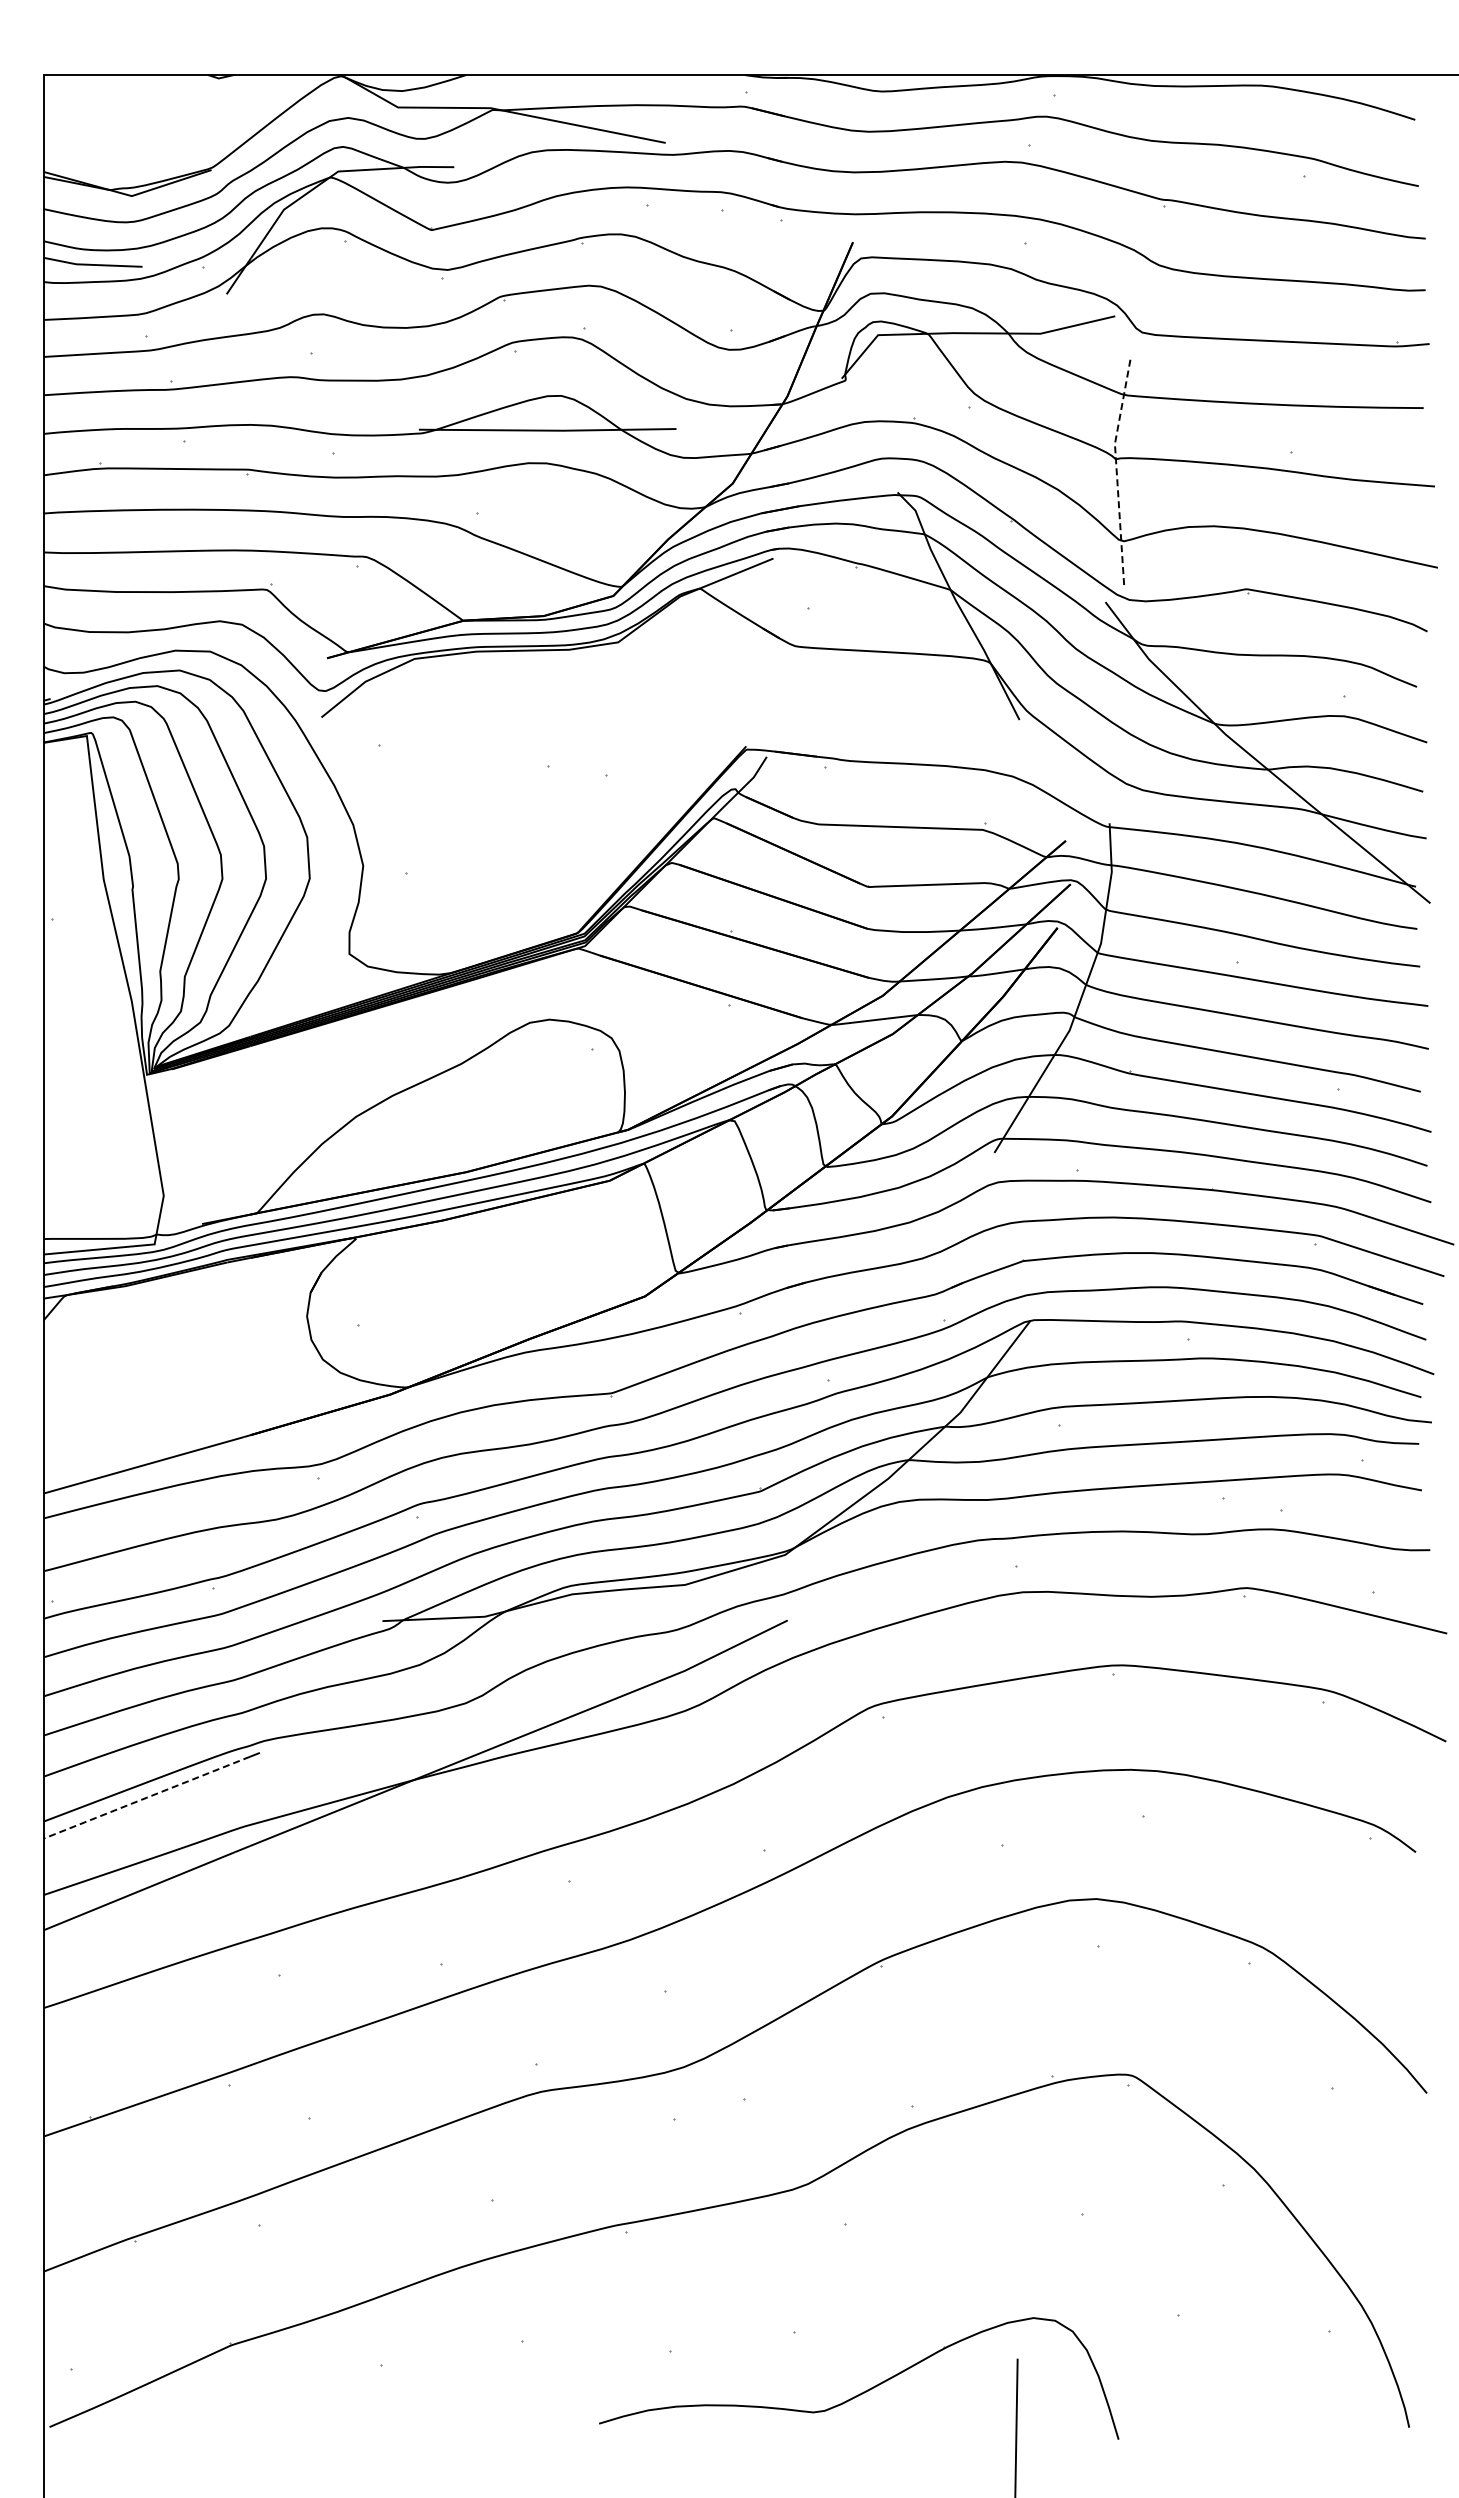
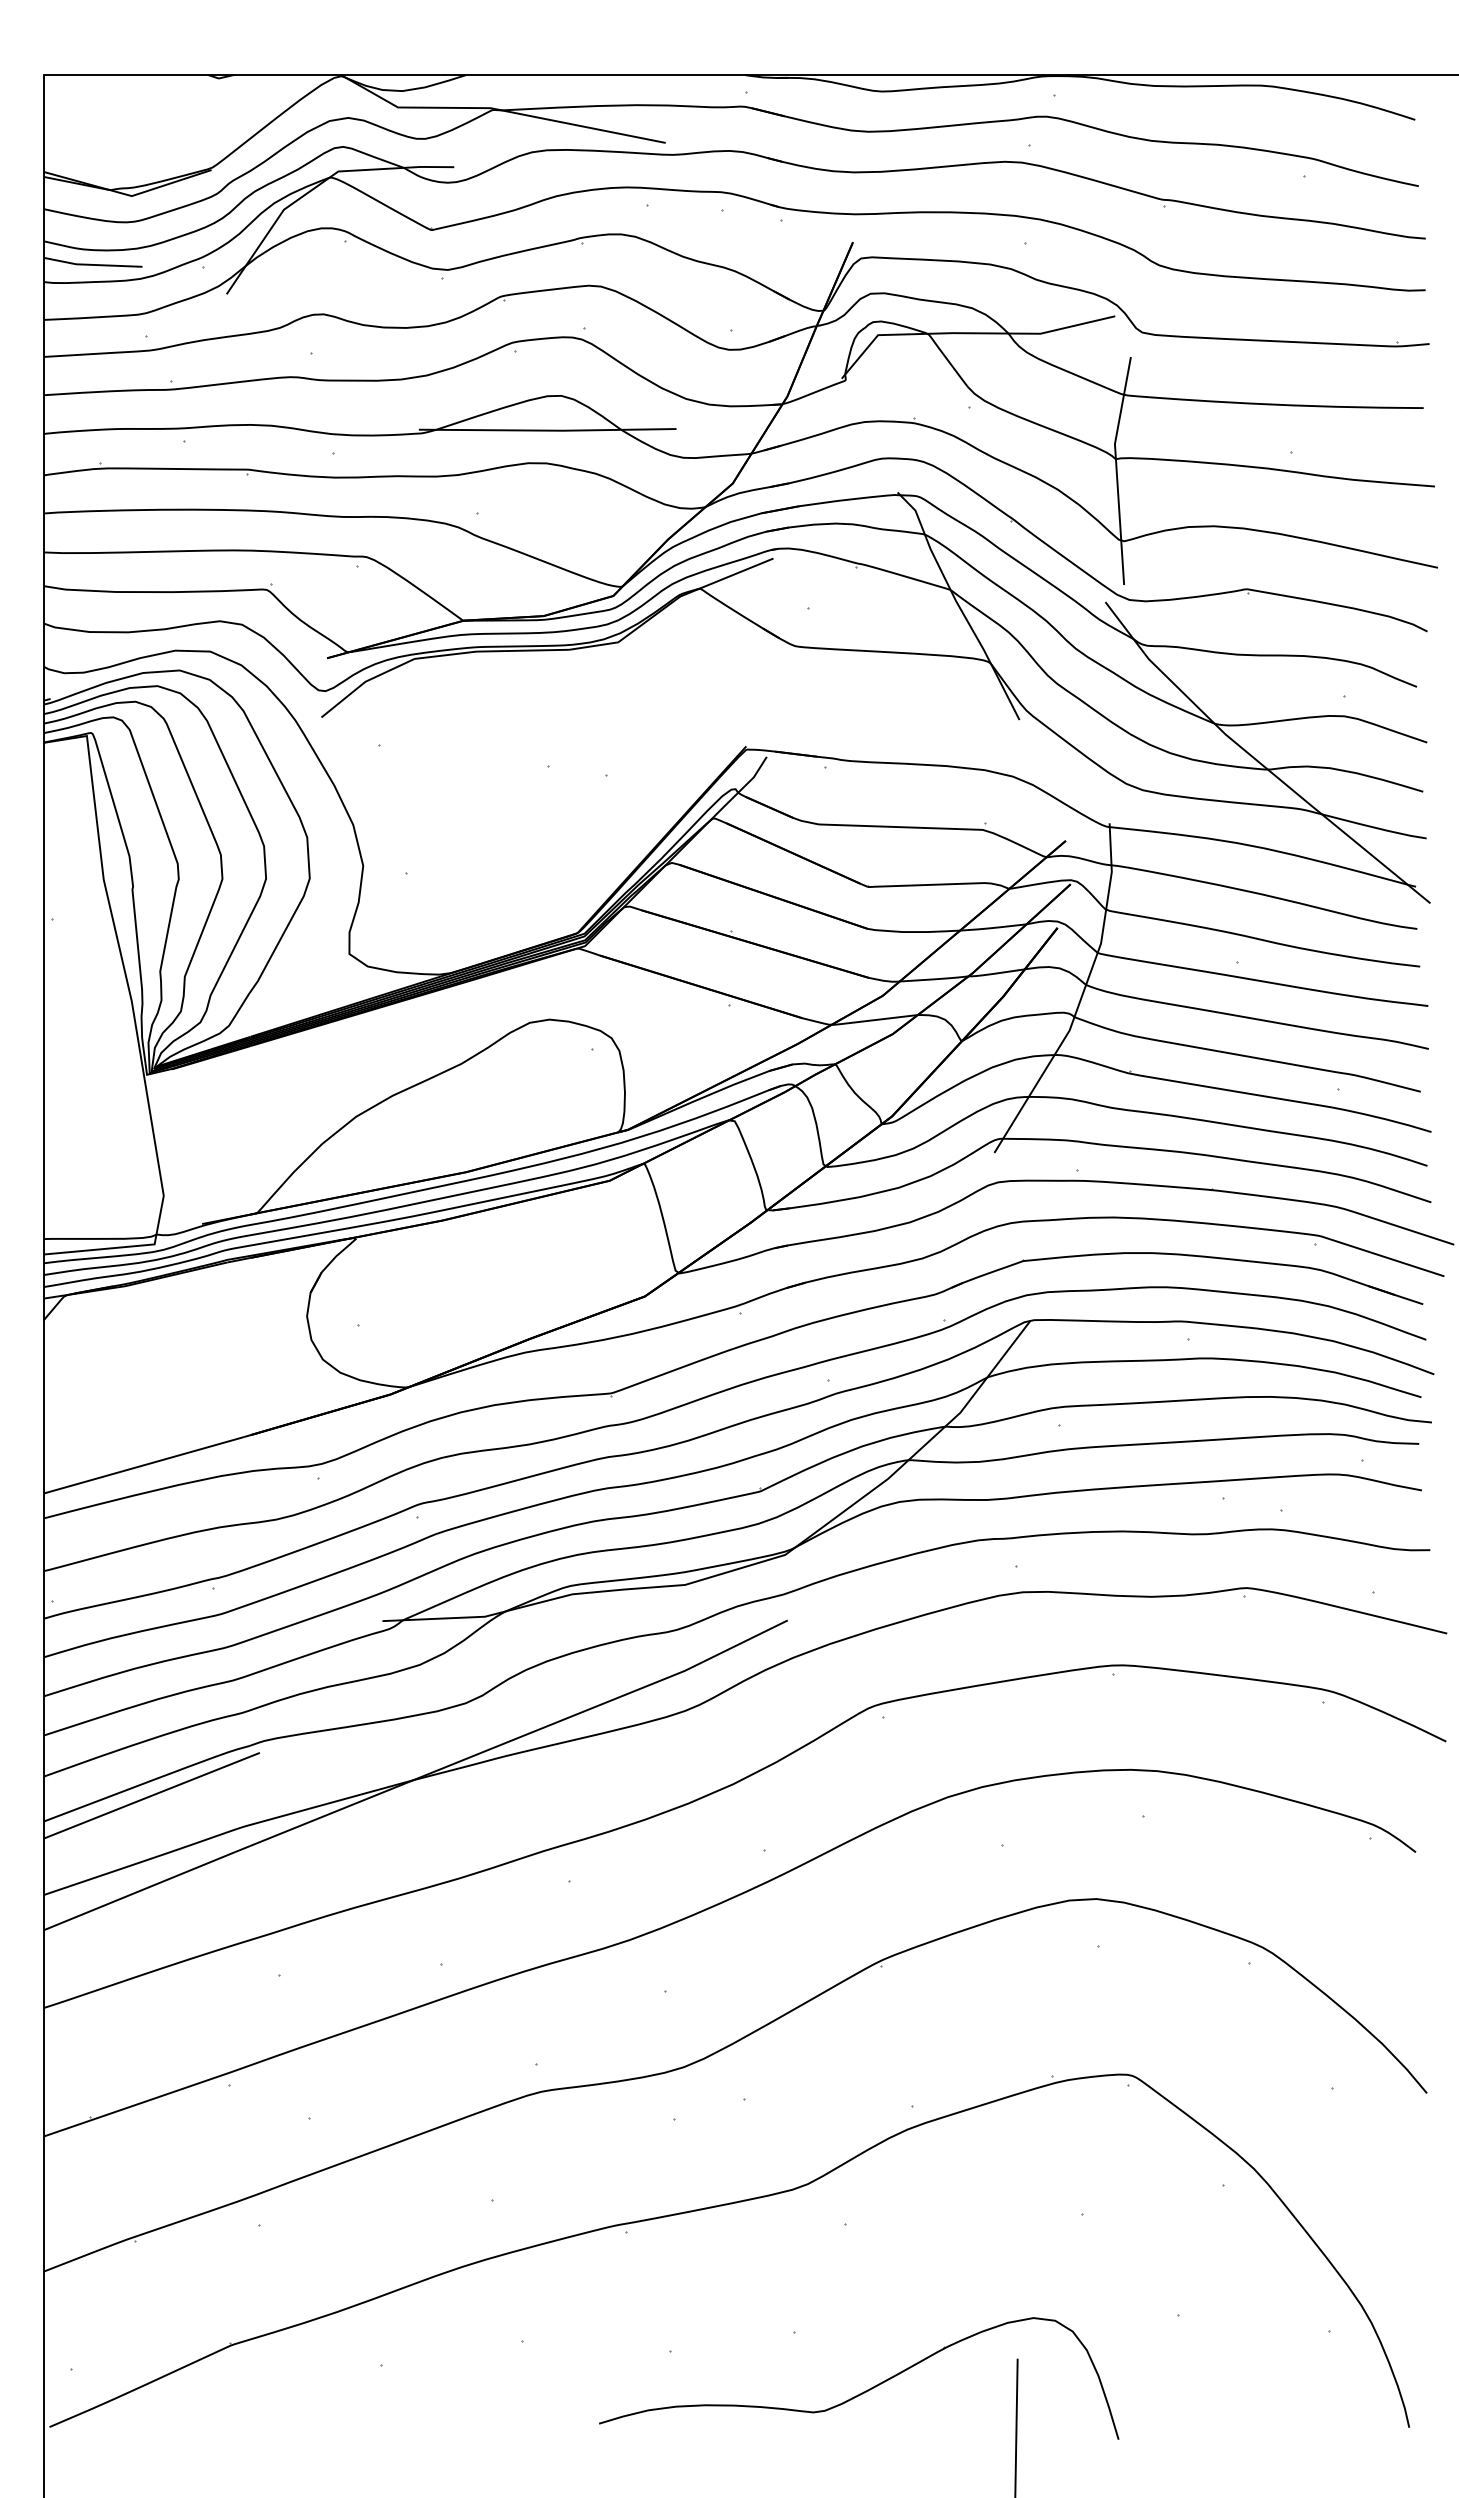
line at (1116, 469): dashed -> solid
line at (146, 1797): dashed -> solid
